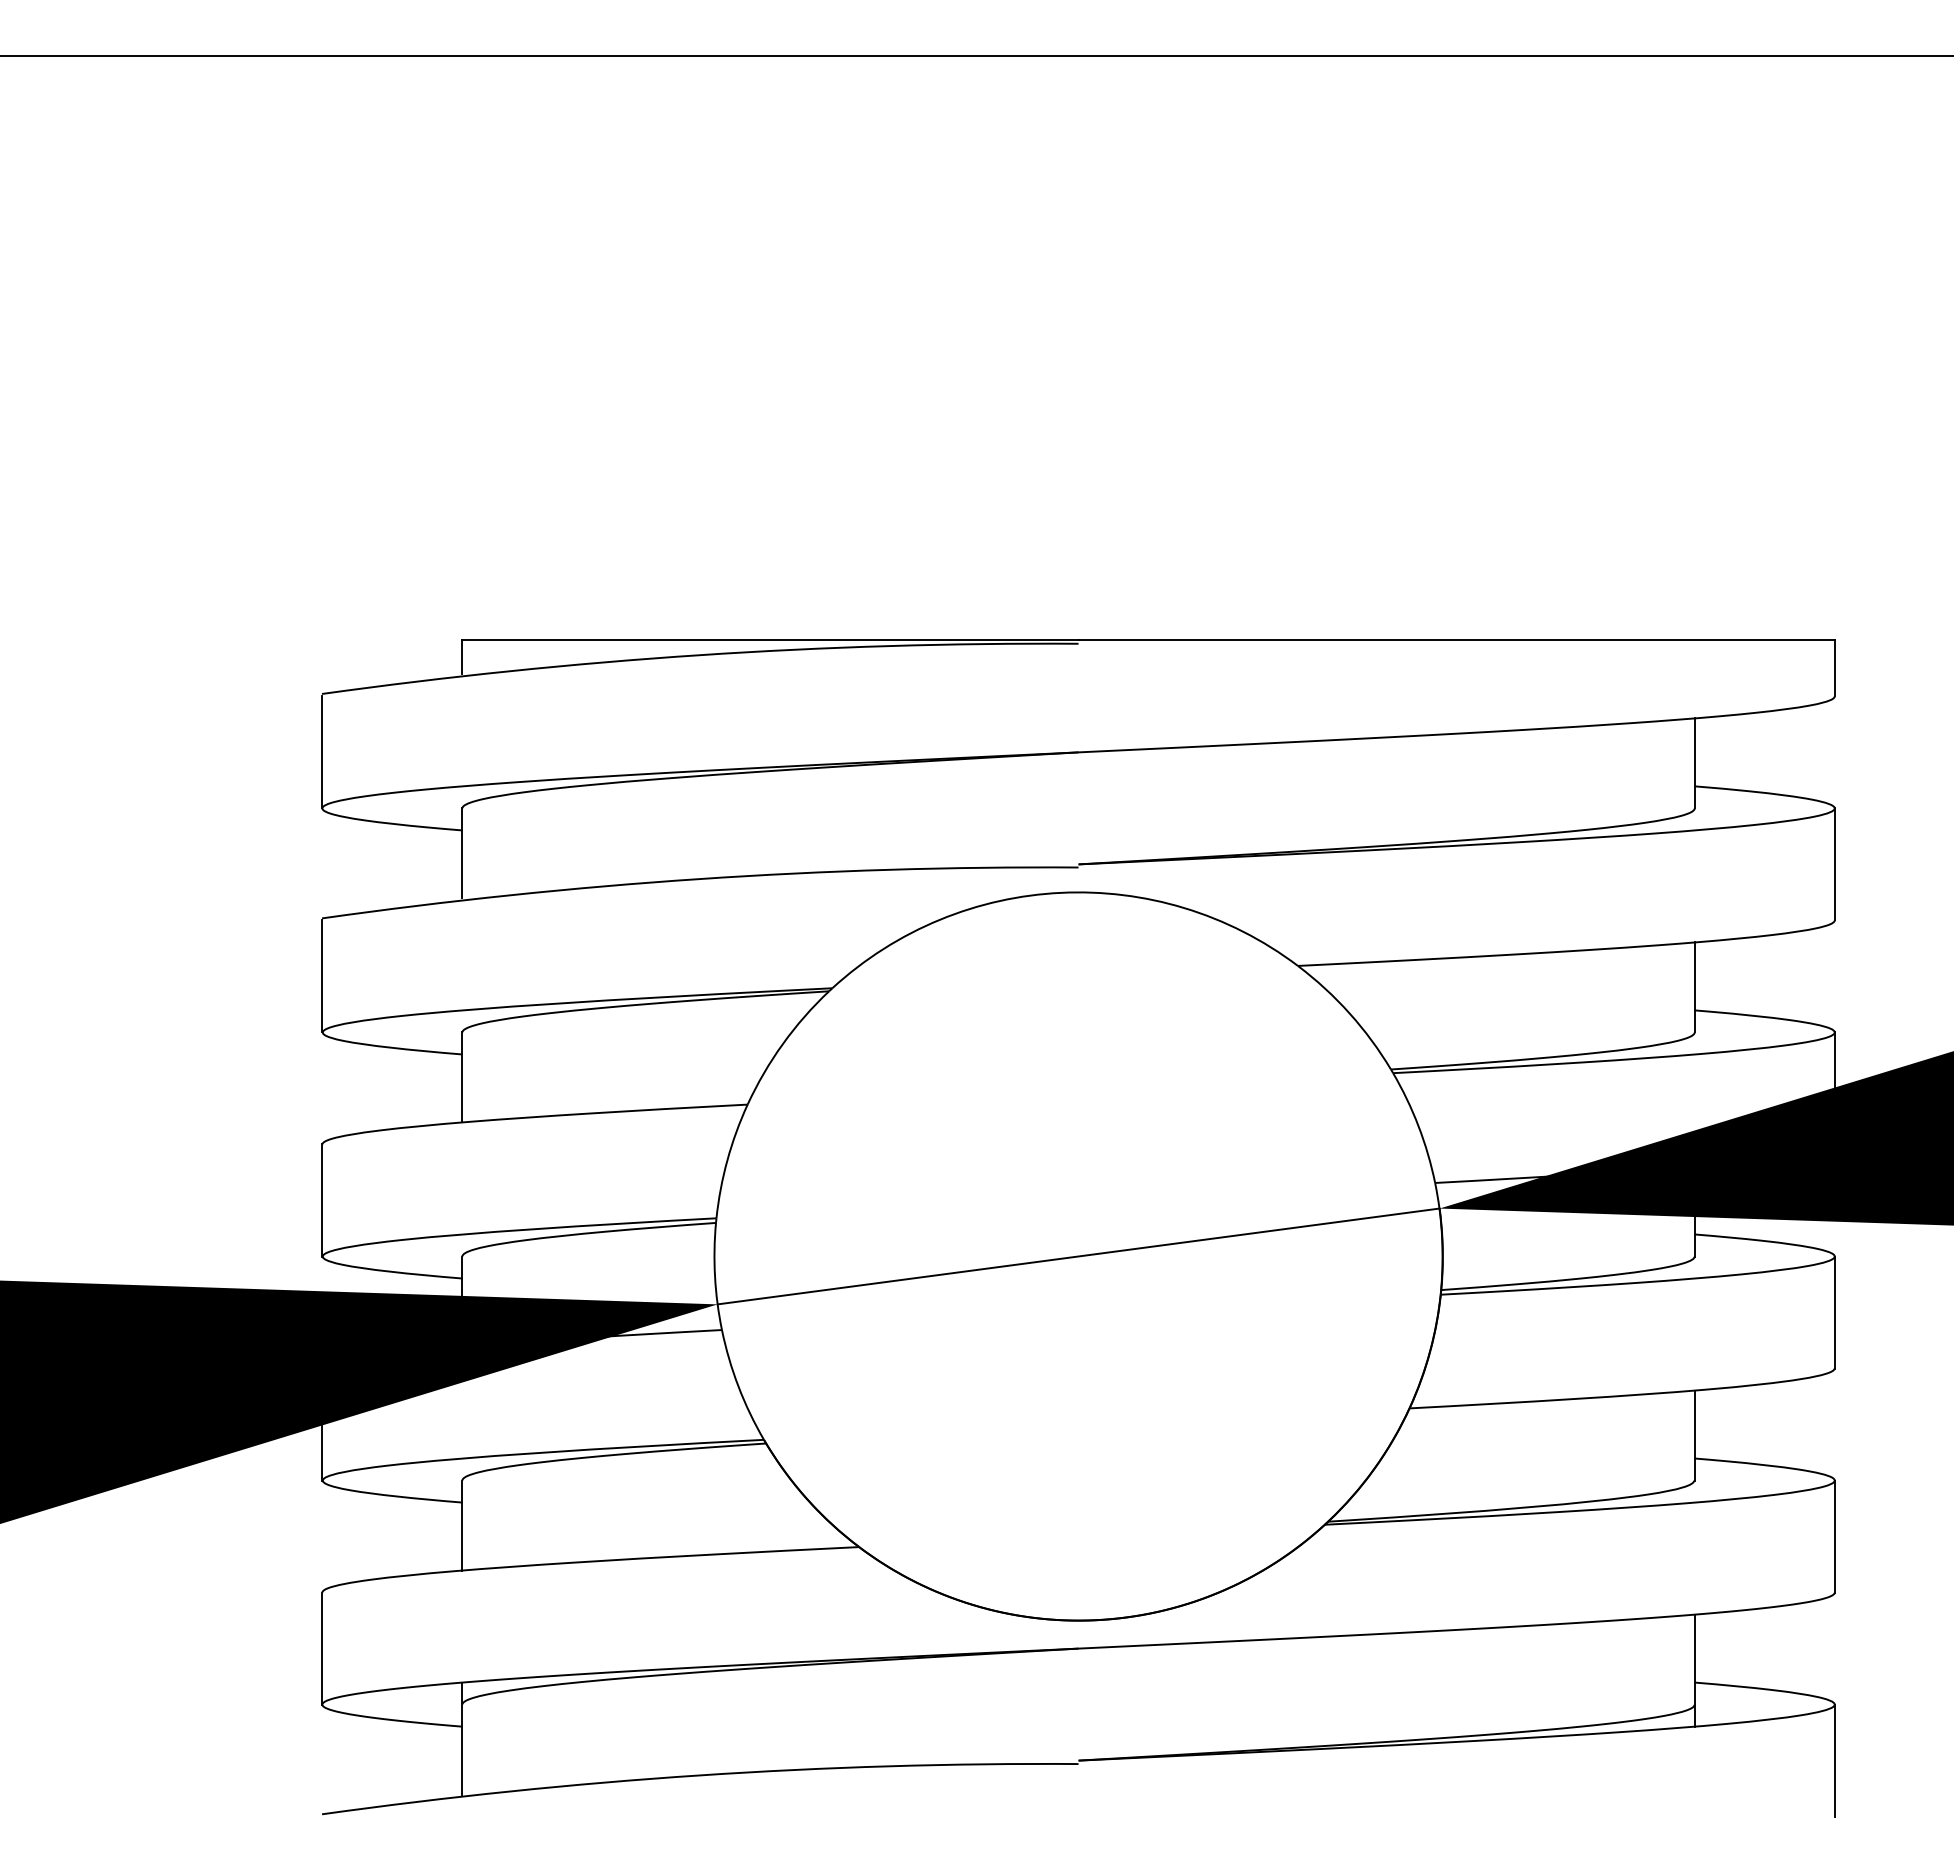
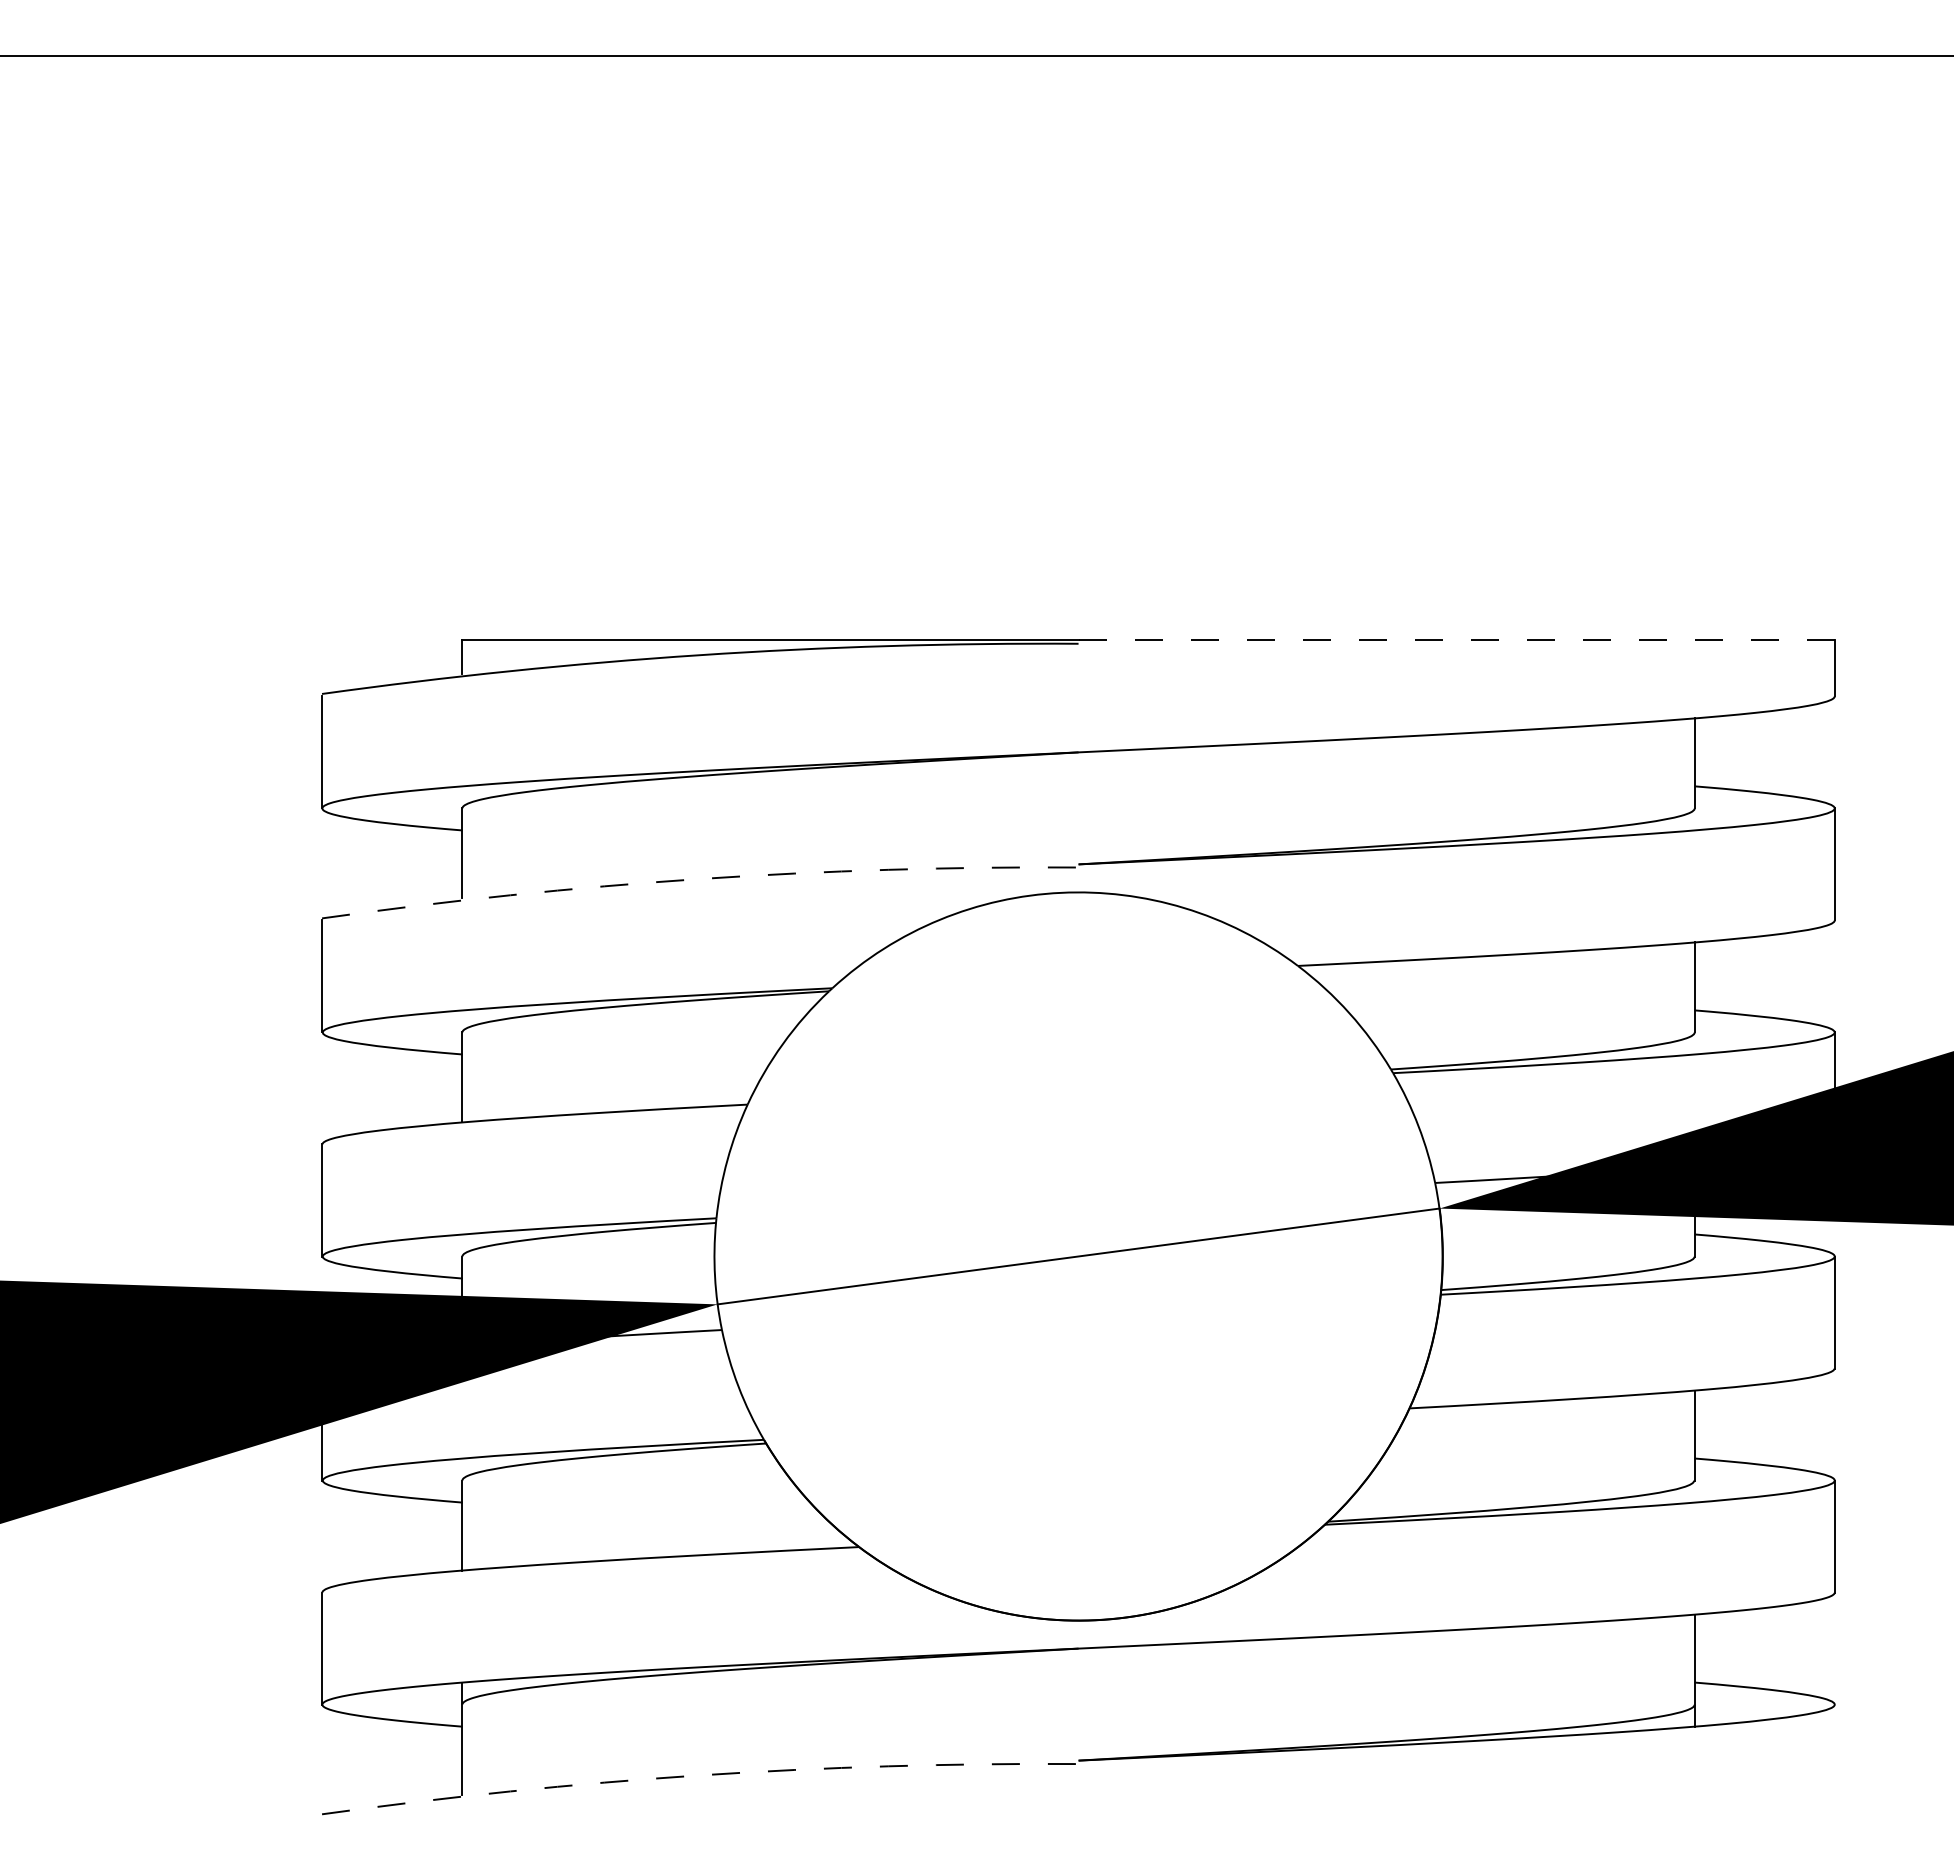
line at (1457, 640): solid -> dashed
arc at (699, 879): solid -> dashed
line at (1834, 1760): present -> none
arc at (699, 1775): solid -> dashed
